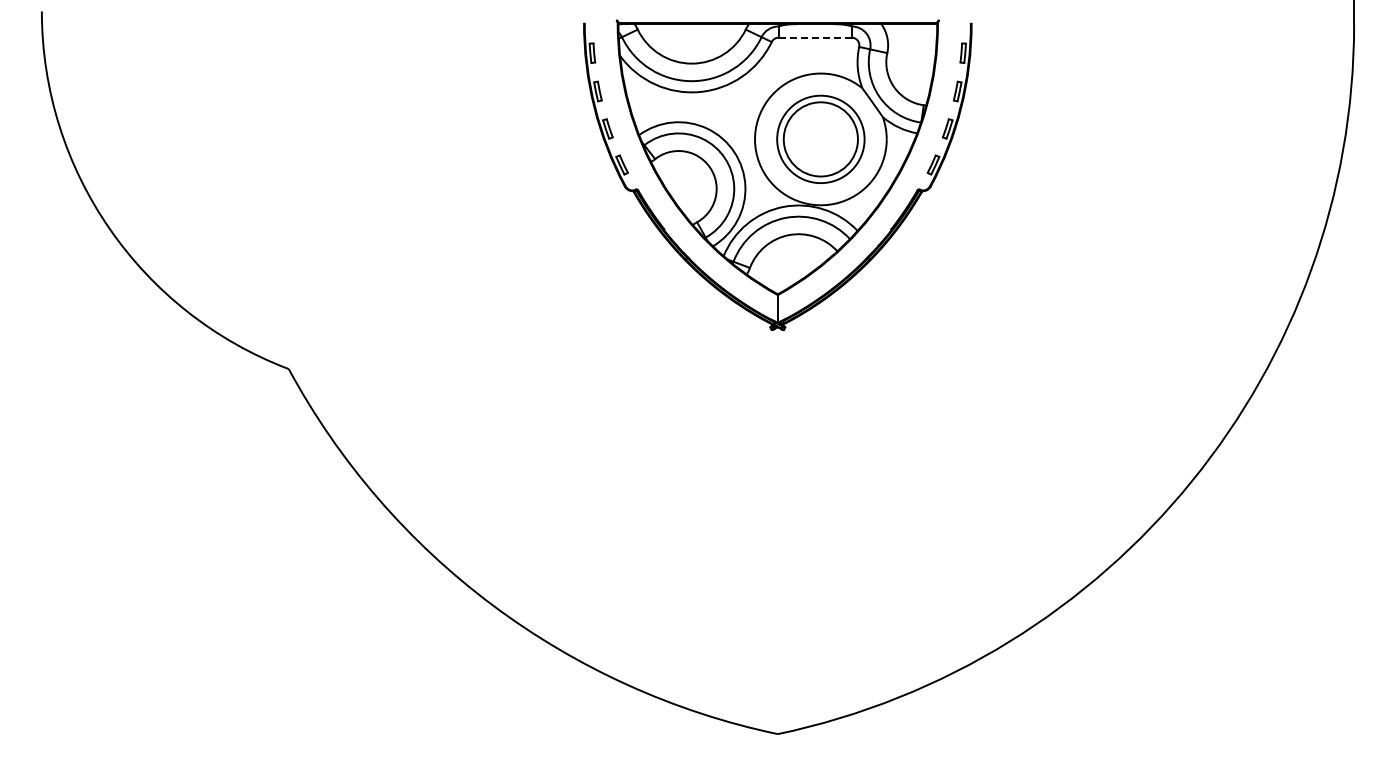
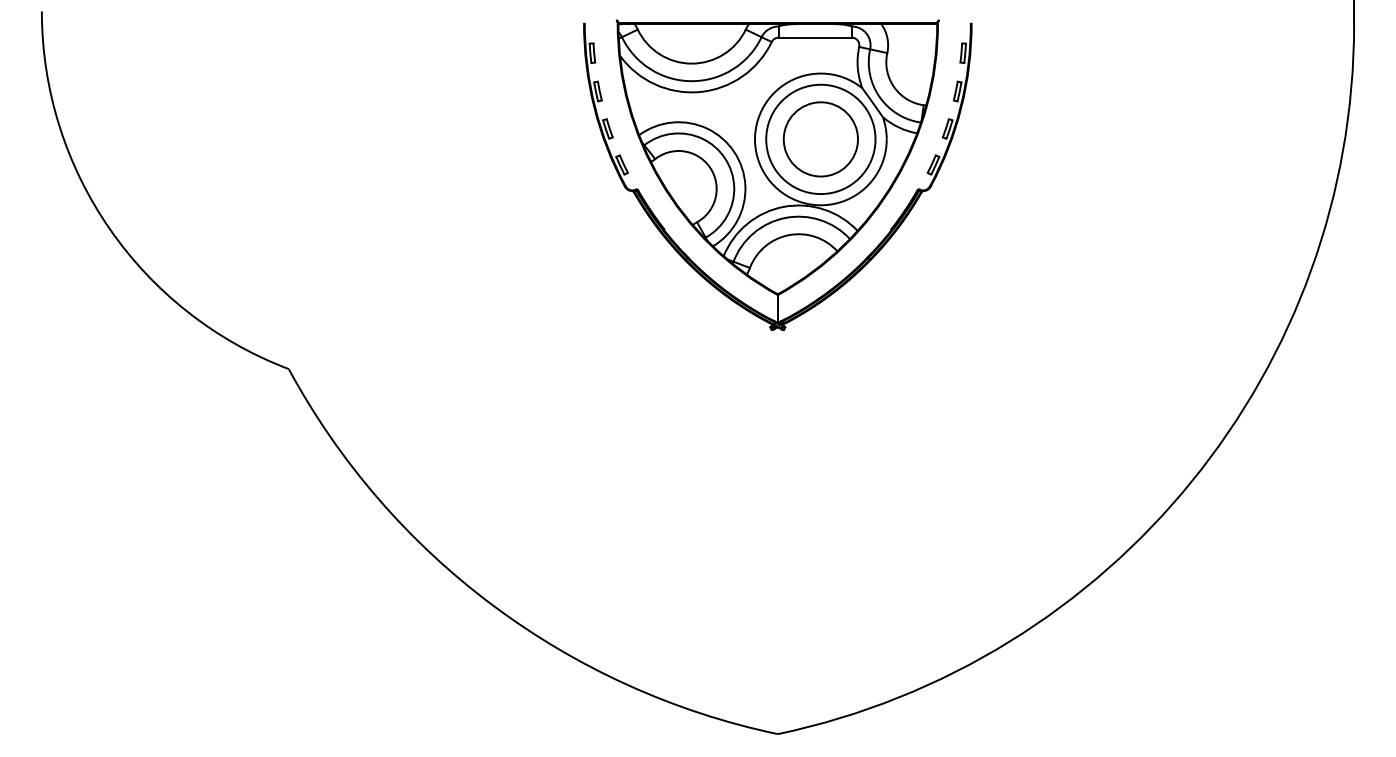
line at (815, 37): dashed -> solid
circle at (820, 139) diameter: 87 px -> 109 px
